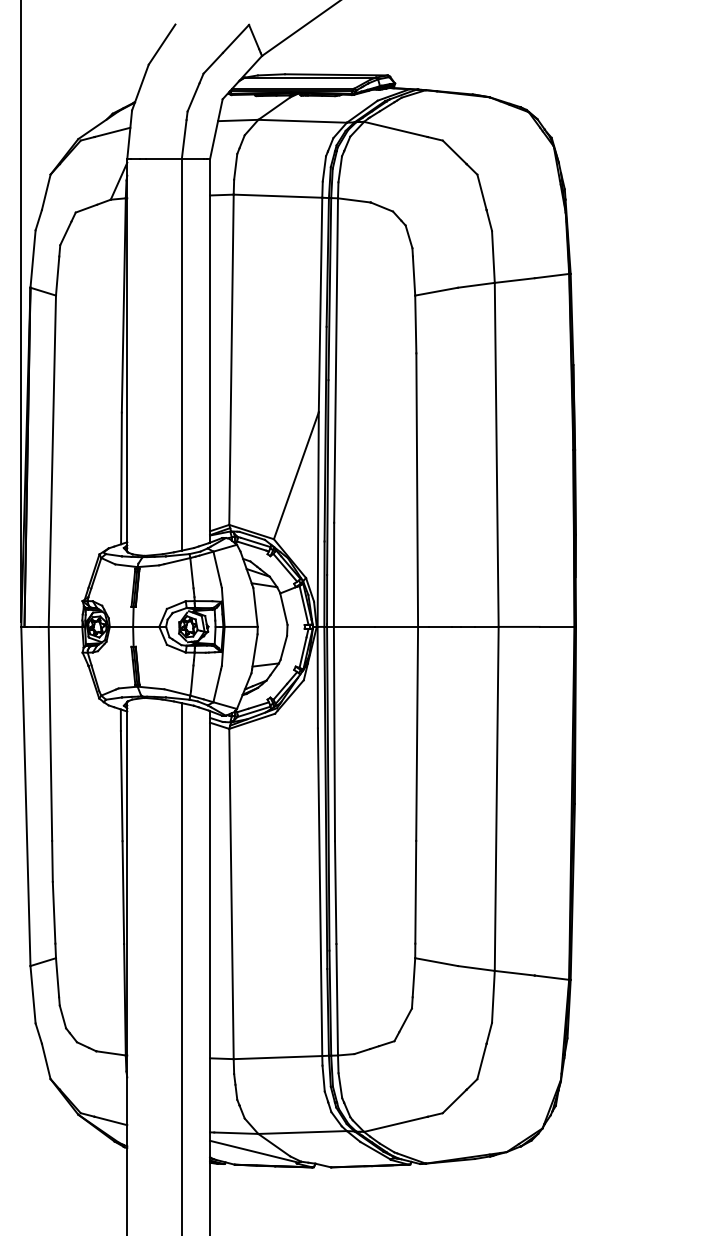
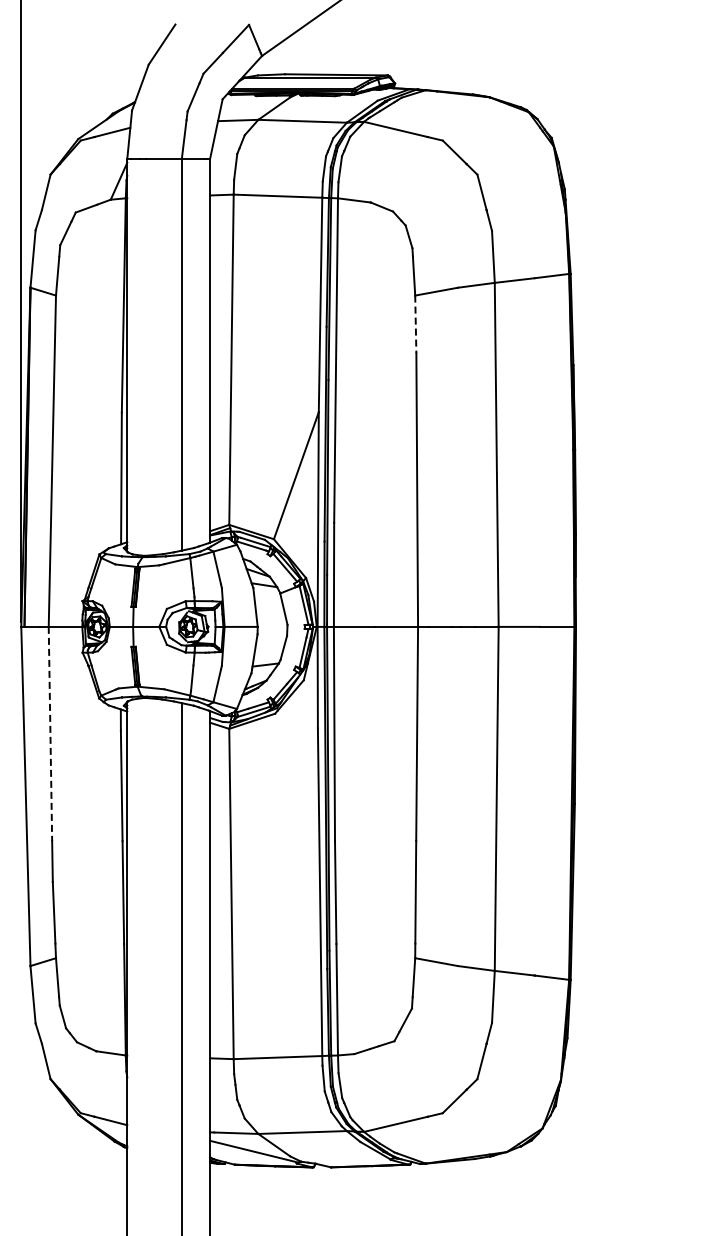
line at (415, 324): solid -> dashed
line at (50, 734): solid -> dashed
